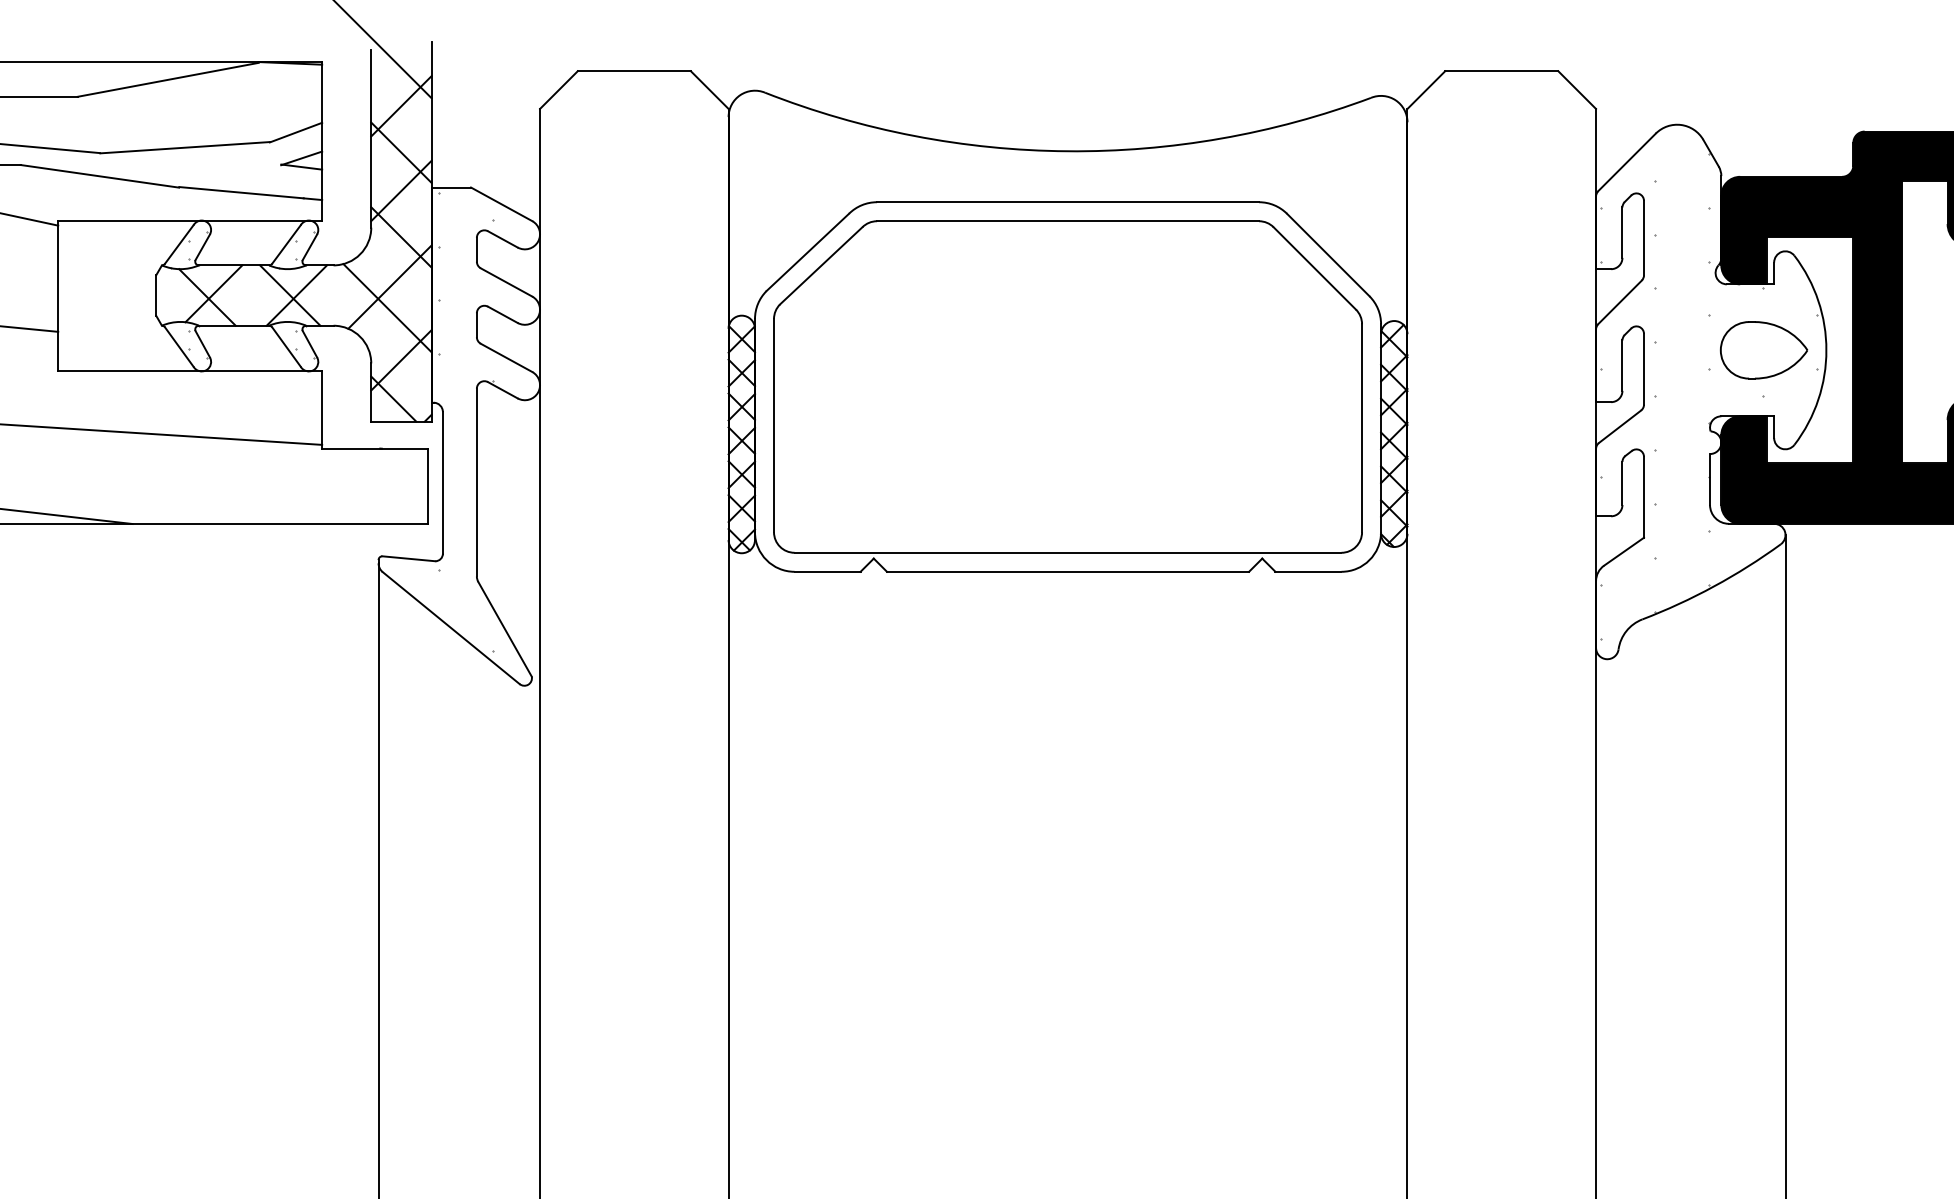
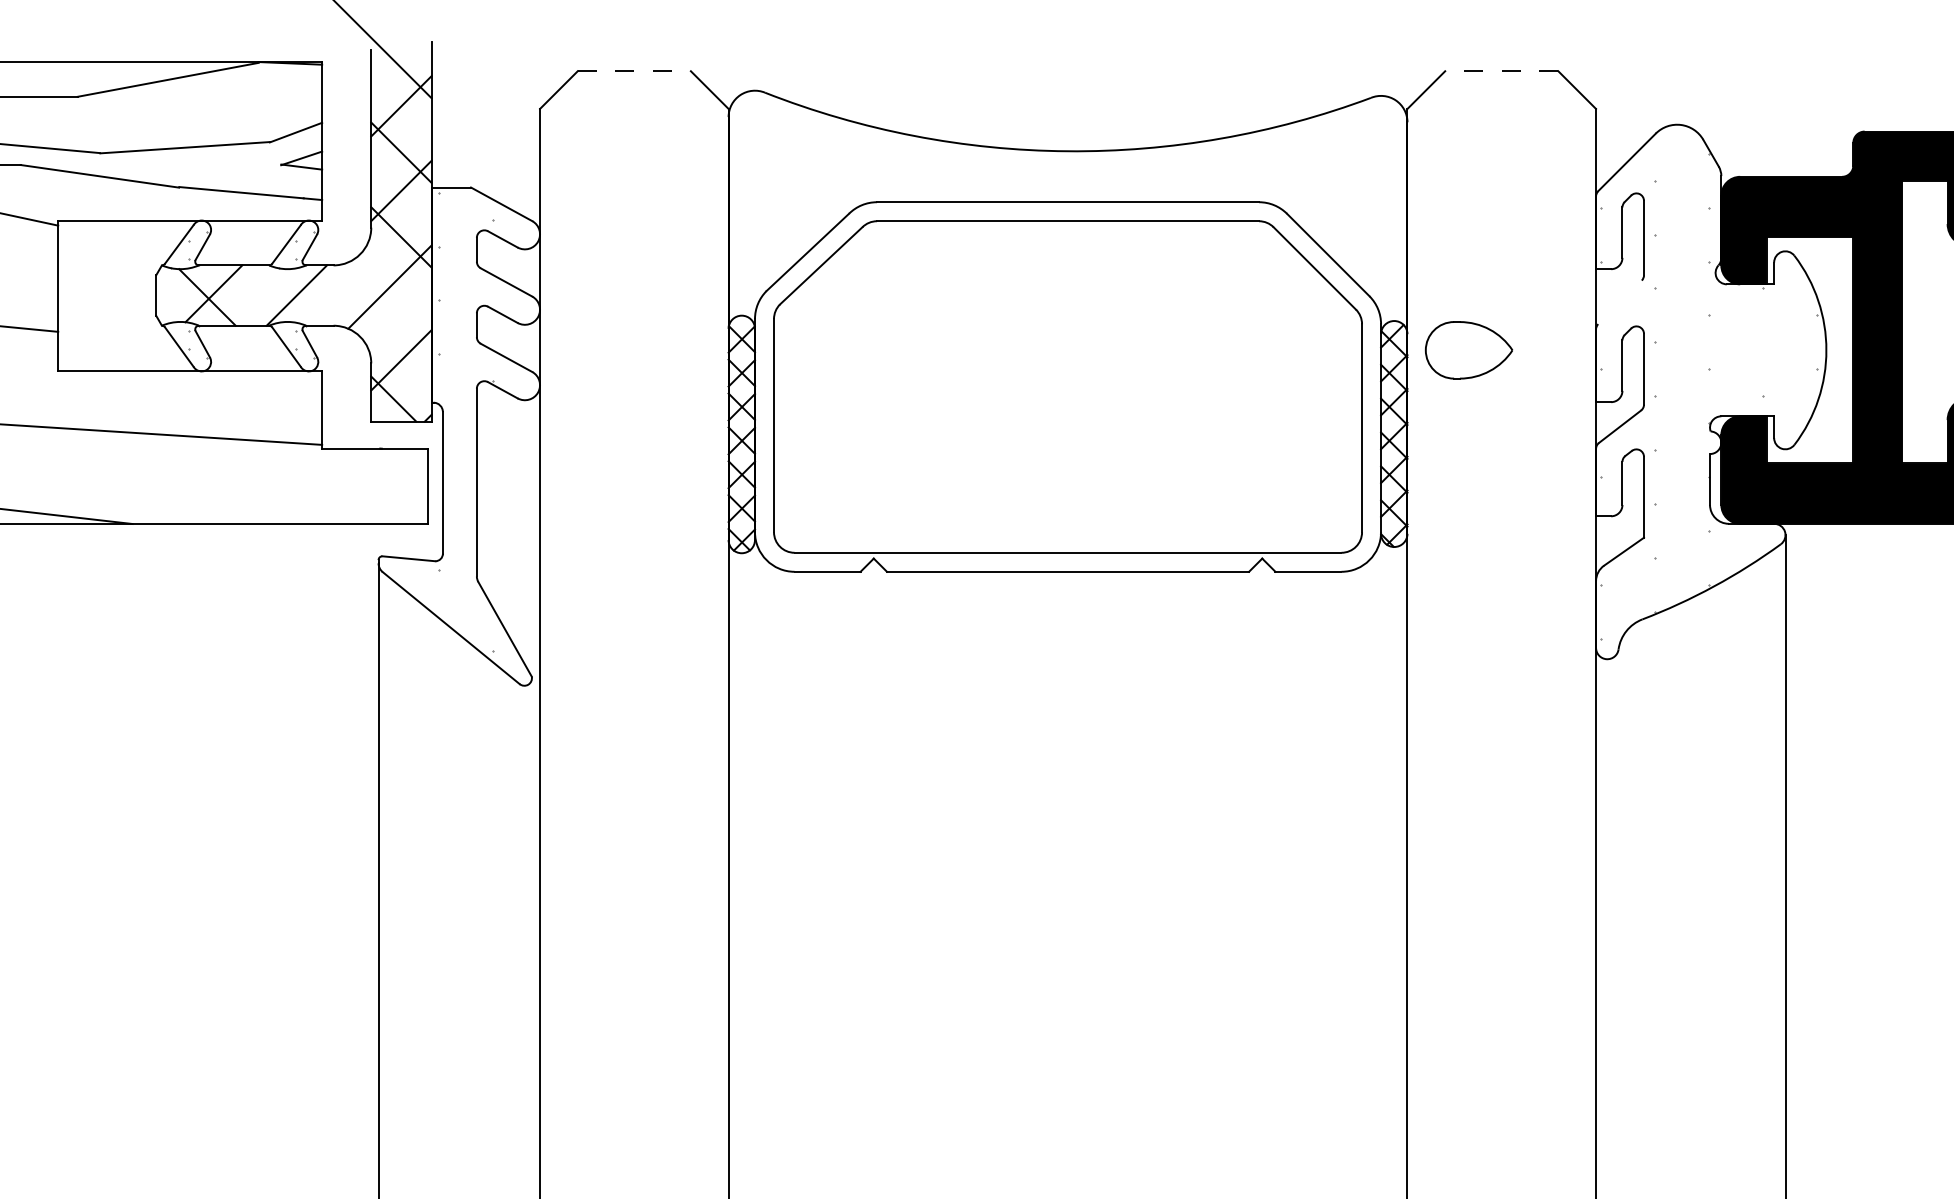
line at (634, 71): solid -> dashed
line at (1501, 71): solid -> dashed
line at (290, 295): present -> none
line at (1619, 302): present -> none
line at (387, 308): present -> none
part at (1763, 350) position: (1763, 350) -> (1468, 350)
